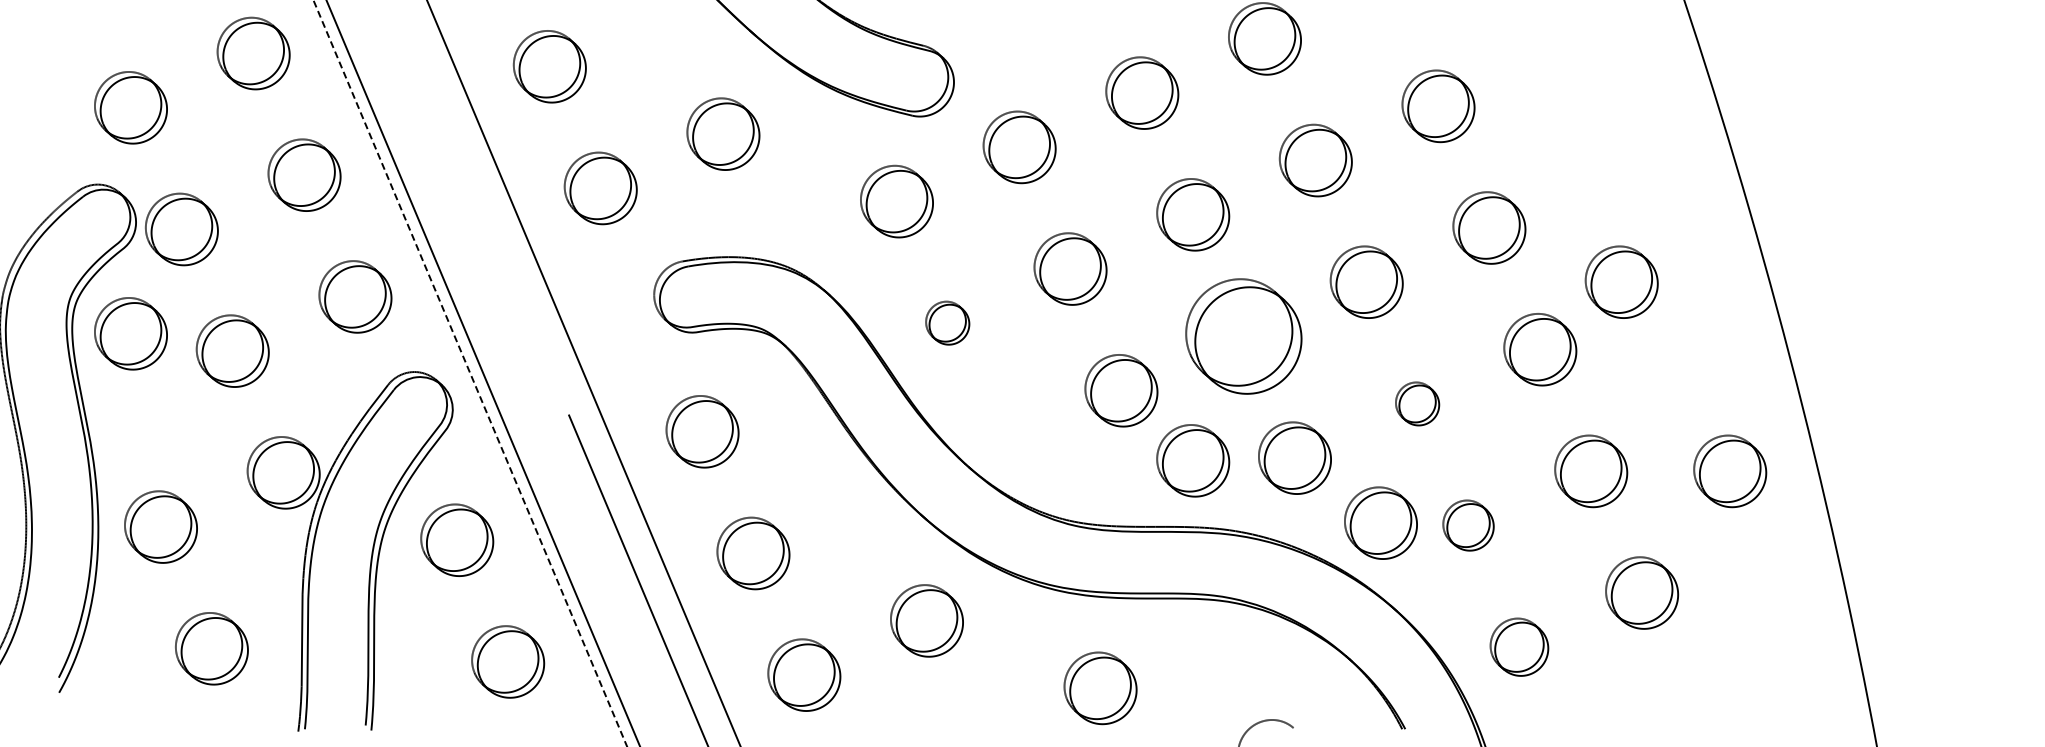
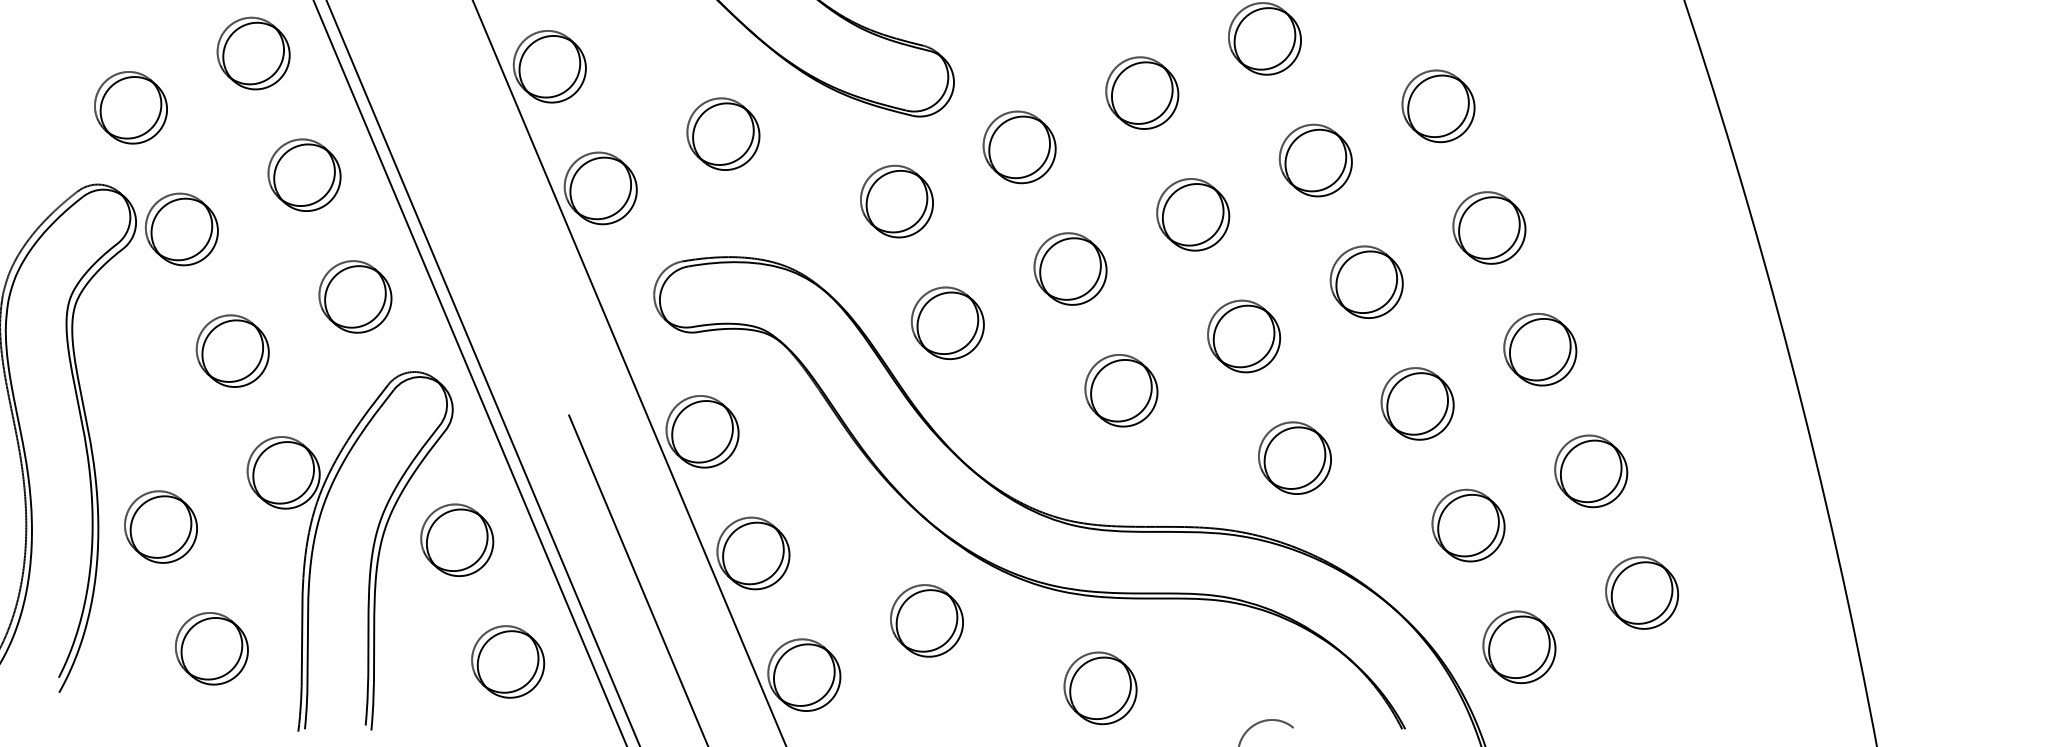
part at (1621, 281): present -> none
part at (947, 322) size: 46x46 px -> 75x74 px
part at (130, 333): present -> none
part at (1243, 336) size: 118x117 px -> 75x75 px
line at (469, 372): dashed -> solid
line at (583, 372) position: (583, 372) -> (629, 372)
part at (1417, 403) size: 46x46 px -> 75x74 px
part at (1193, 460): present -> none
part at (1730, 471): present -> none
part at (1380, 522): present -> none
part at (1468, 525) size: 53x53 px -> 75x75 px
part at (1519, 646) size: 61x60 px -> 75x74 px
